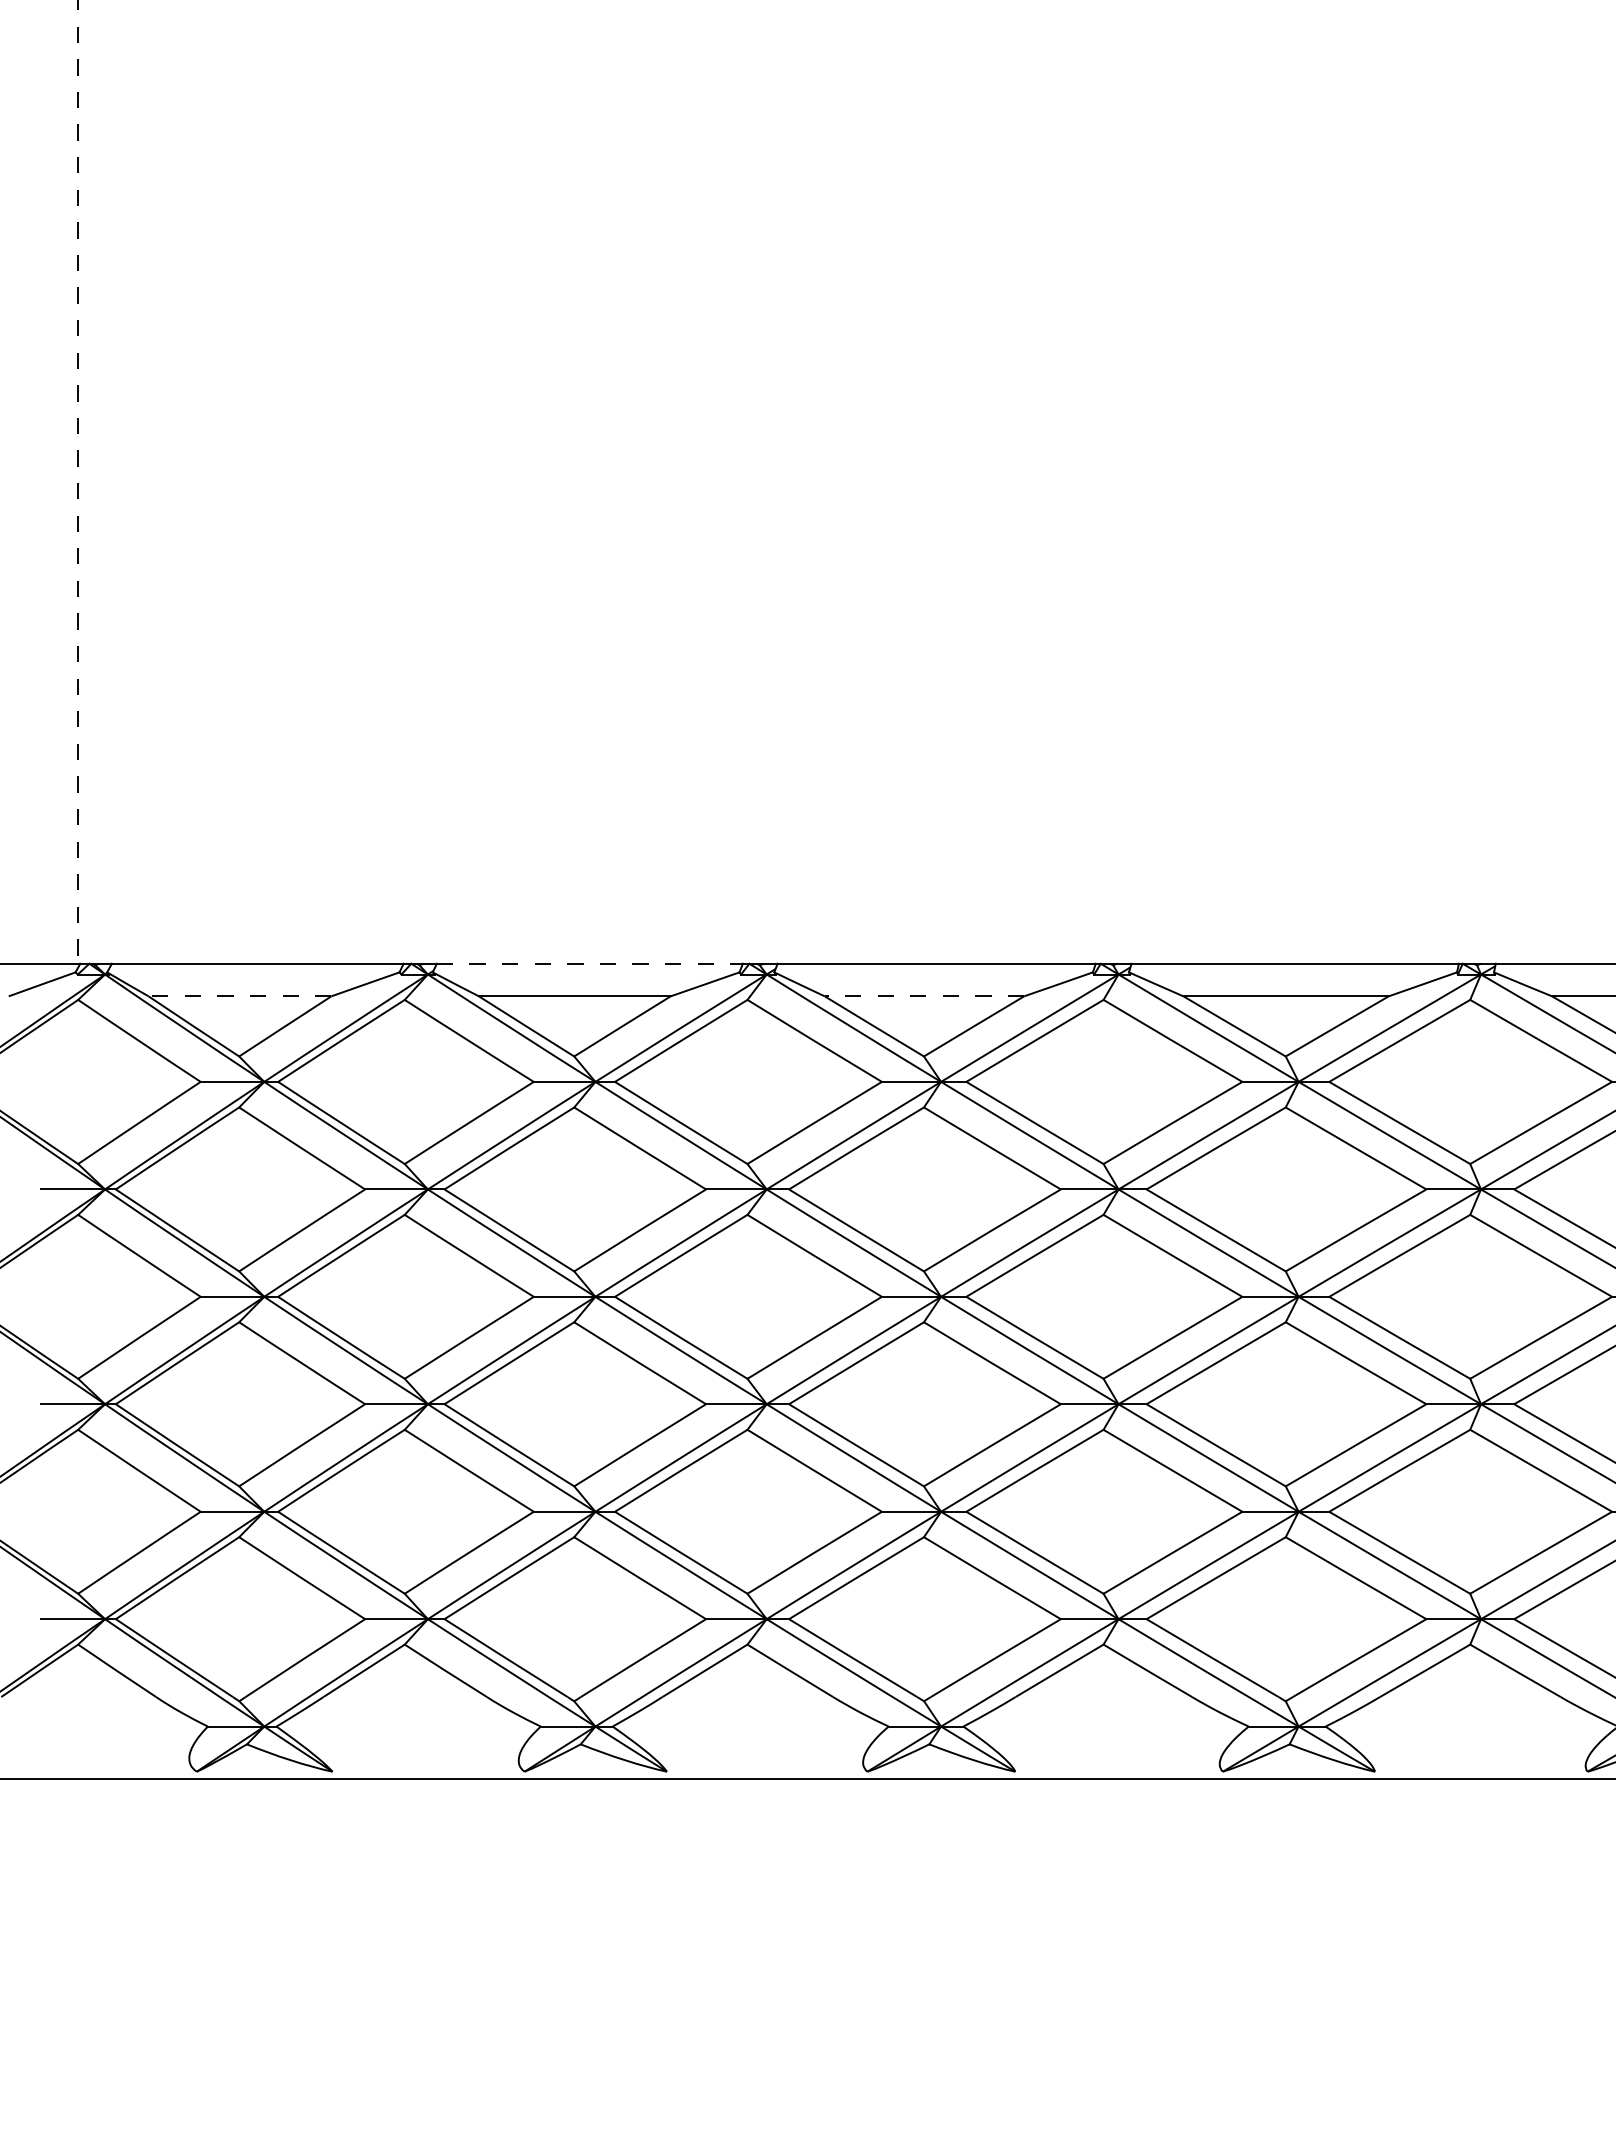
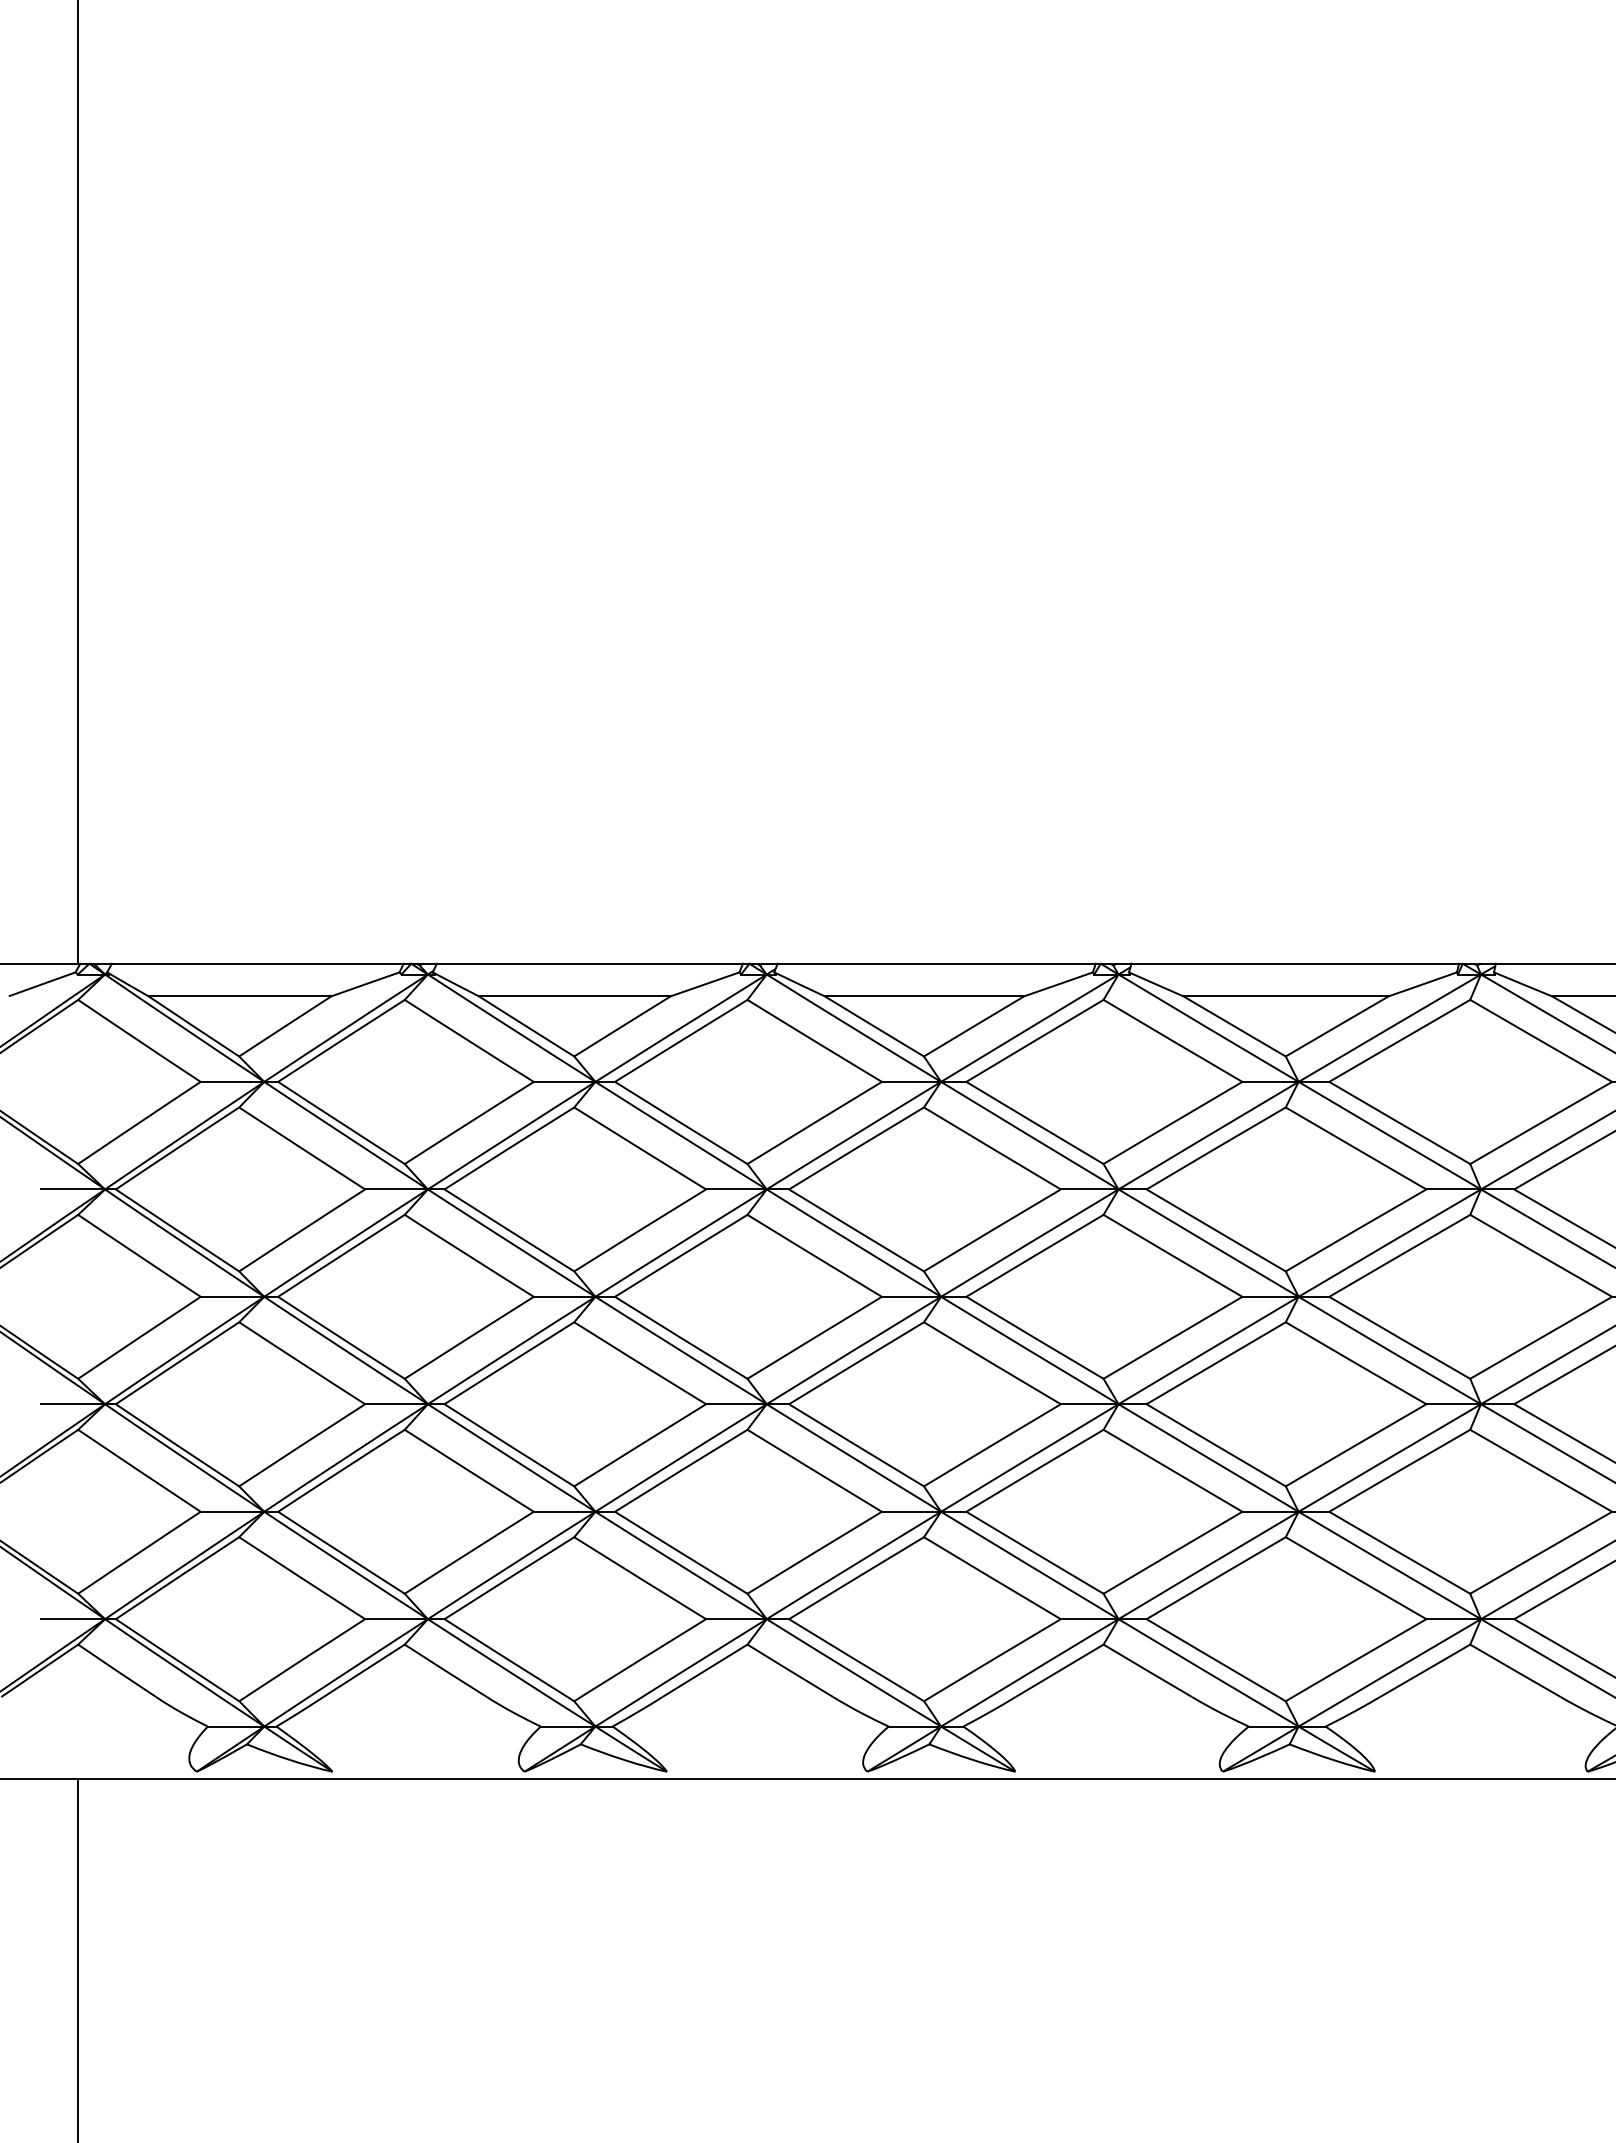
line at (78, 482): dashed -> solid
line at (590, 963): dashed -> solid
line at (239, 996): dashed -> solid
line at (924, 996): dashed -> solid
line at (78, 1958): none -> present
